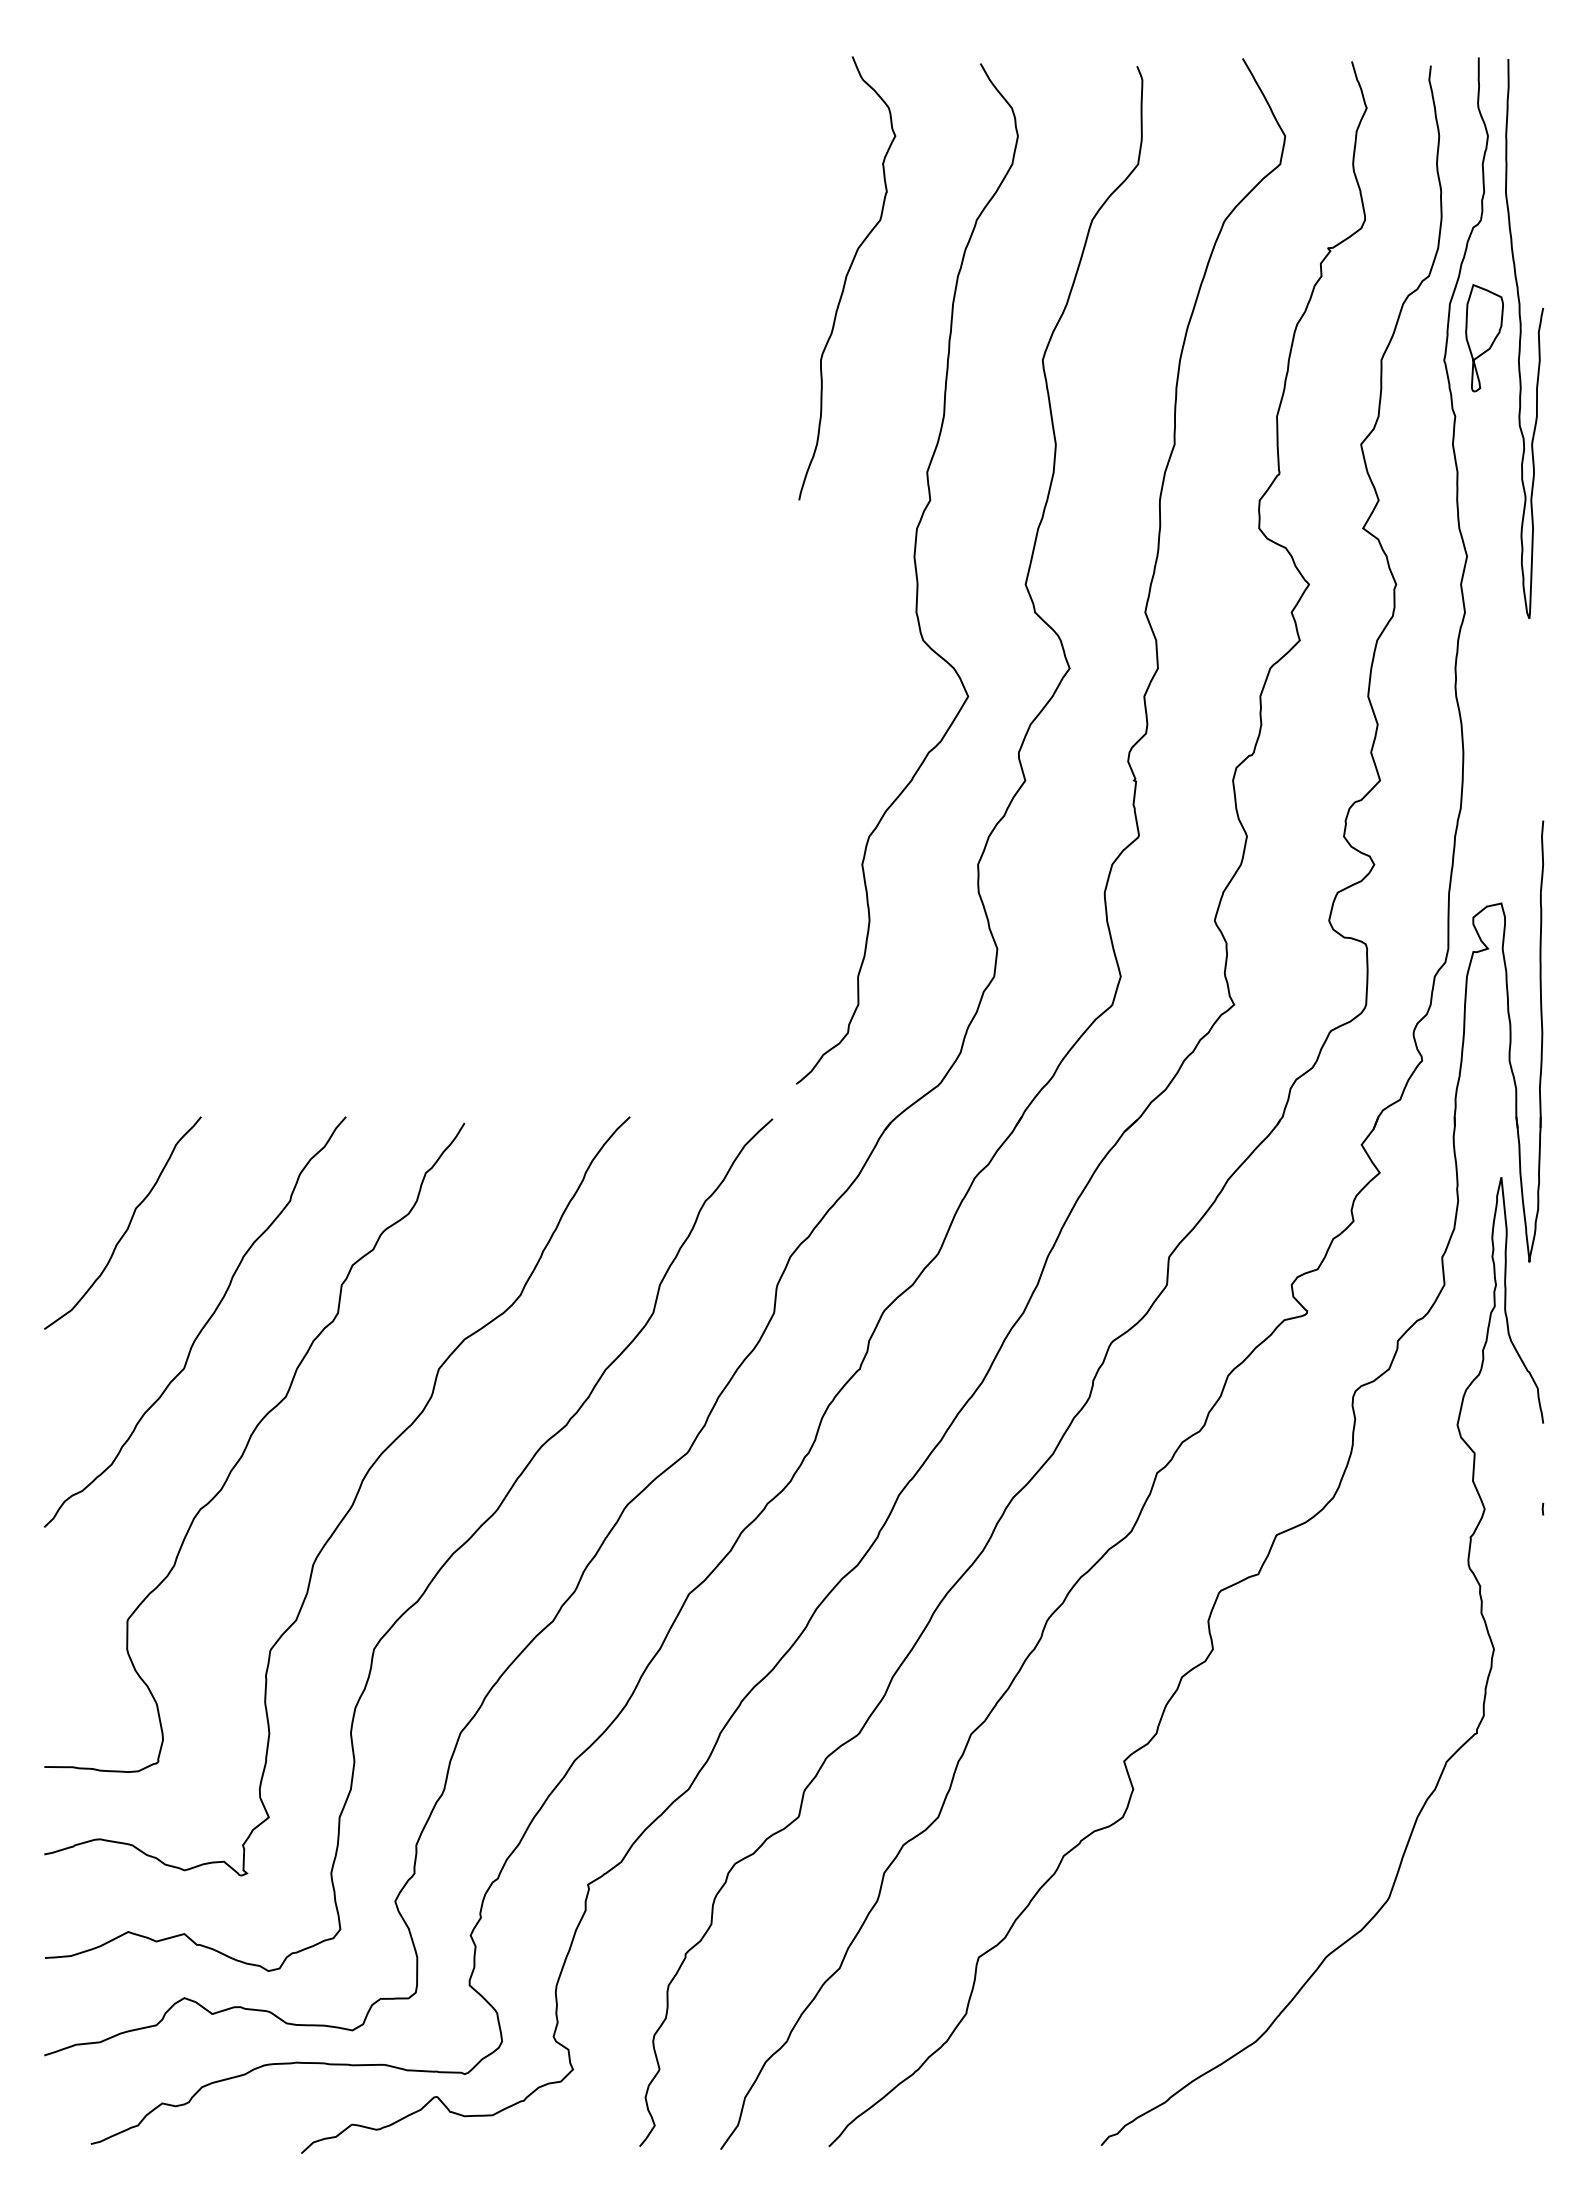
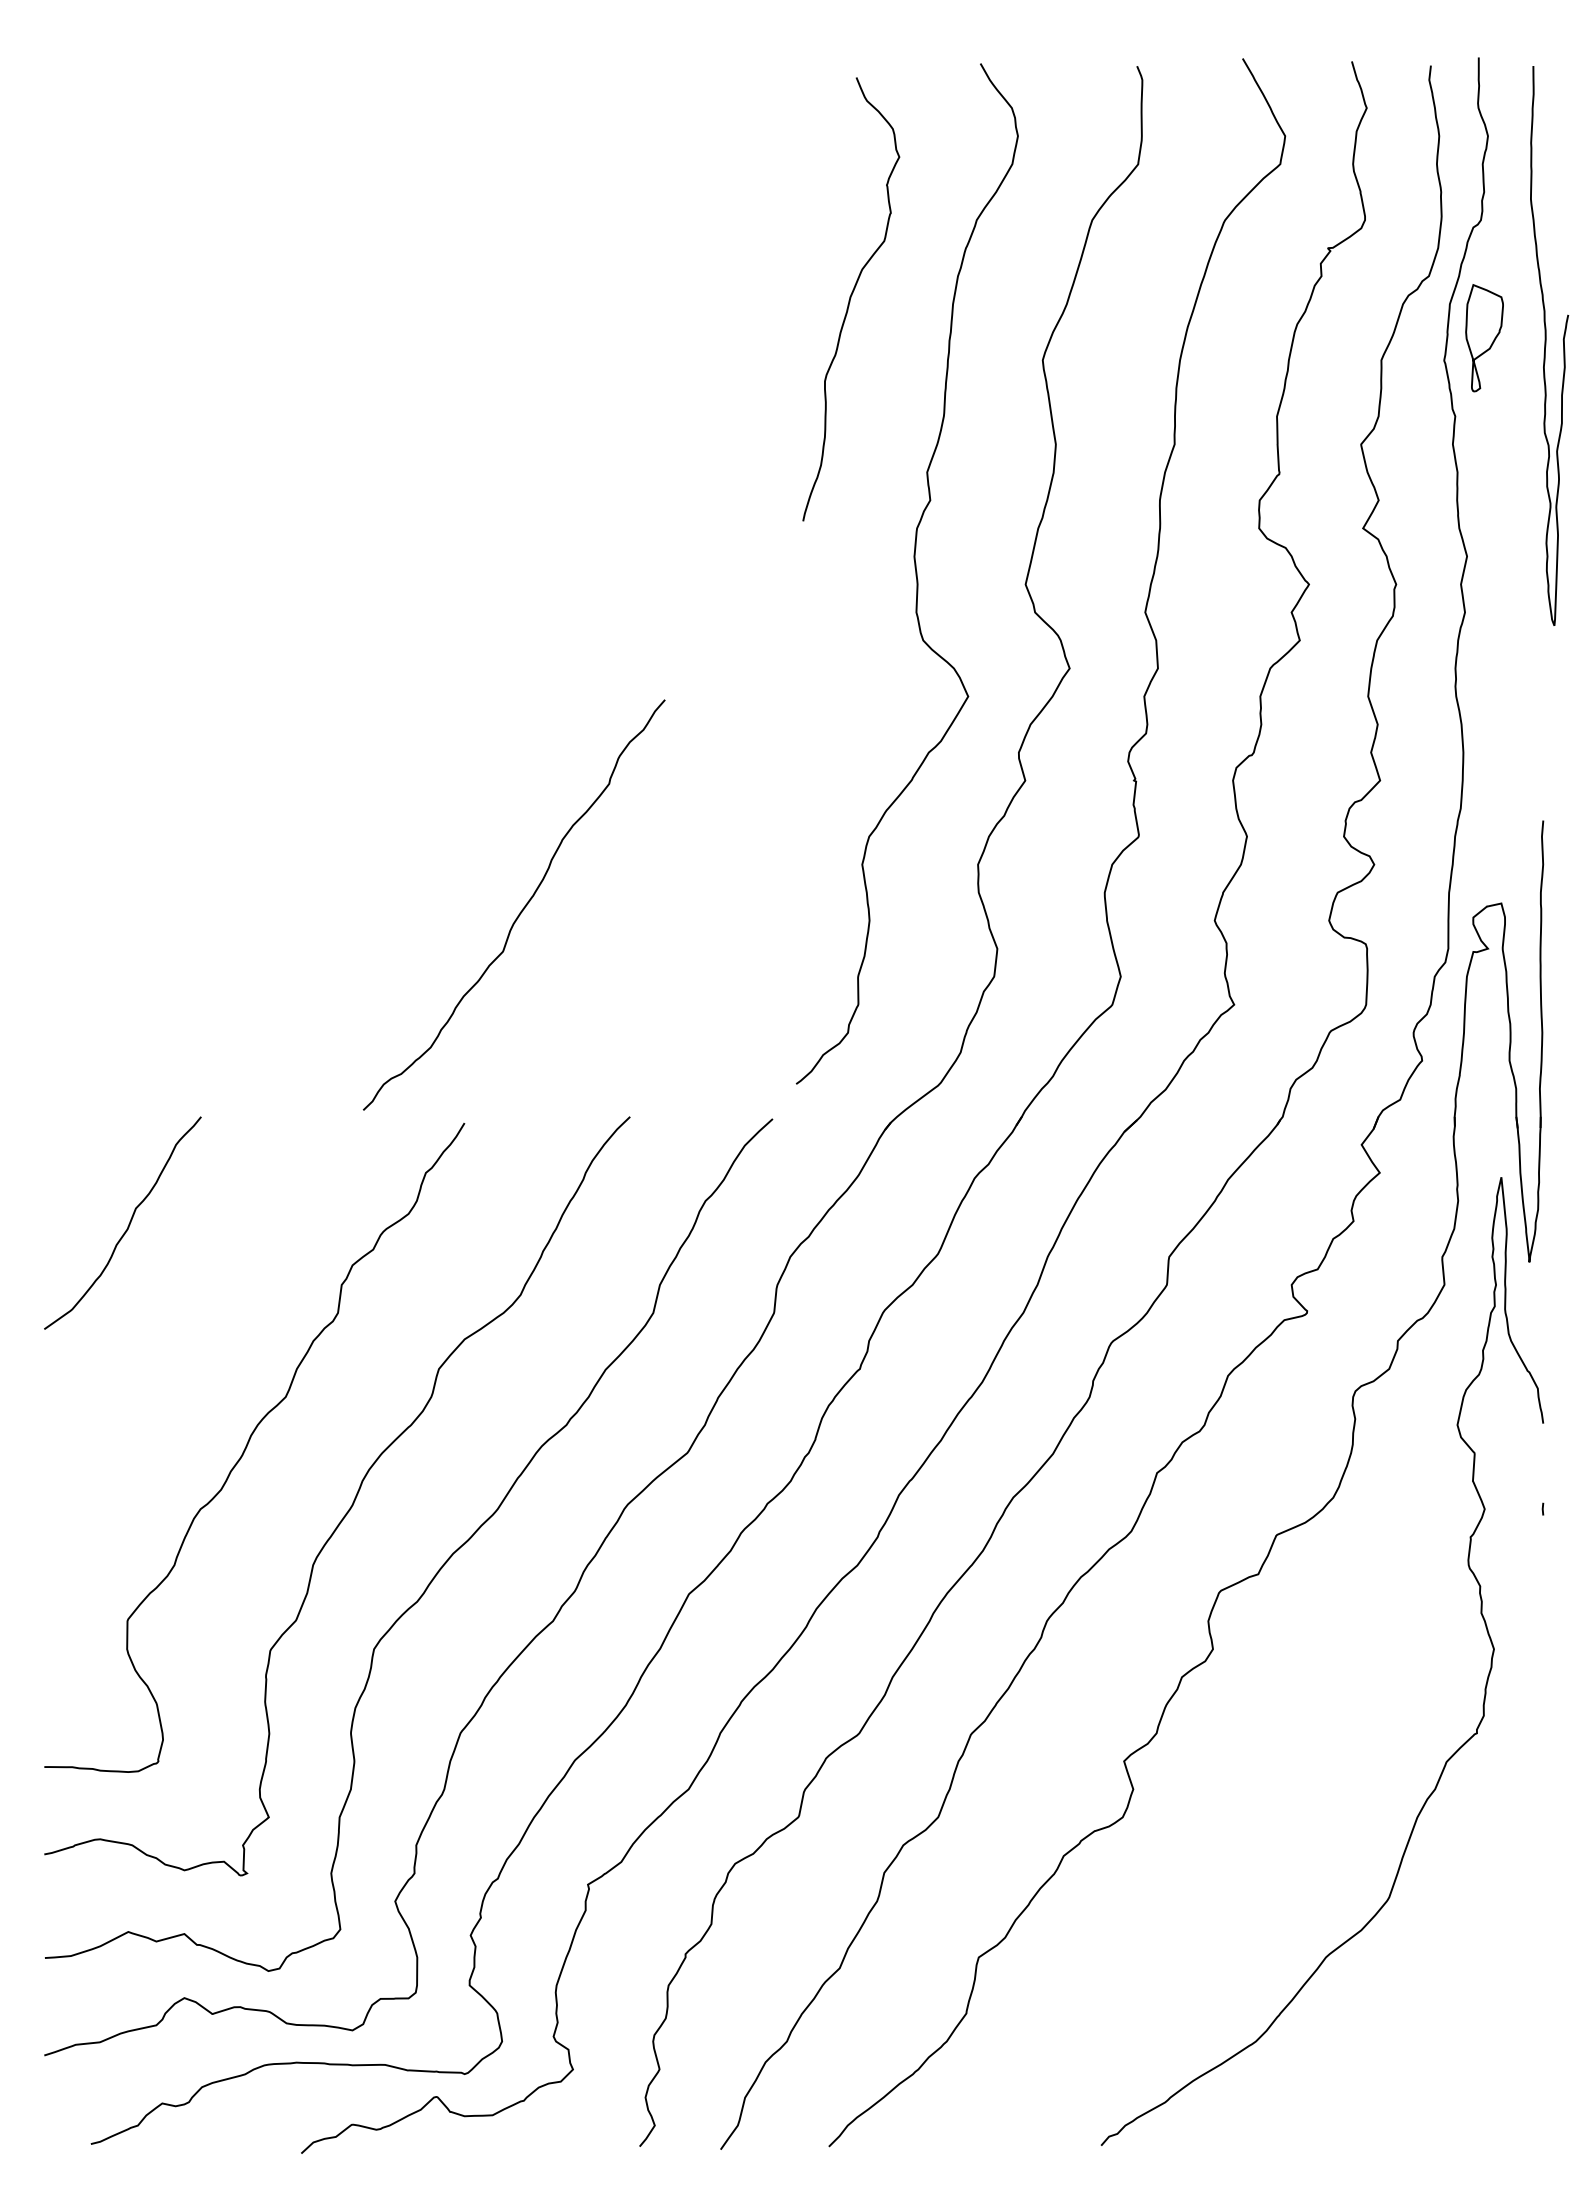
curve at (847, 277) position: (847, 277) -> (851, 298)
curve at (1521, 338) position: (1521, 338) -> (1546, 345)
curve at (203, 1325) position: (203, 1325) -> (522, 908)
